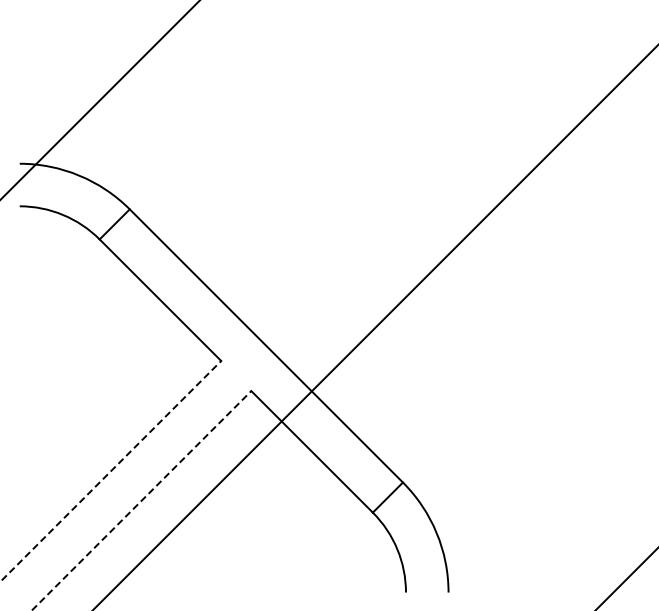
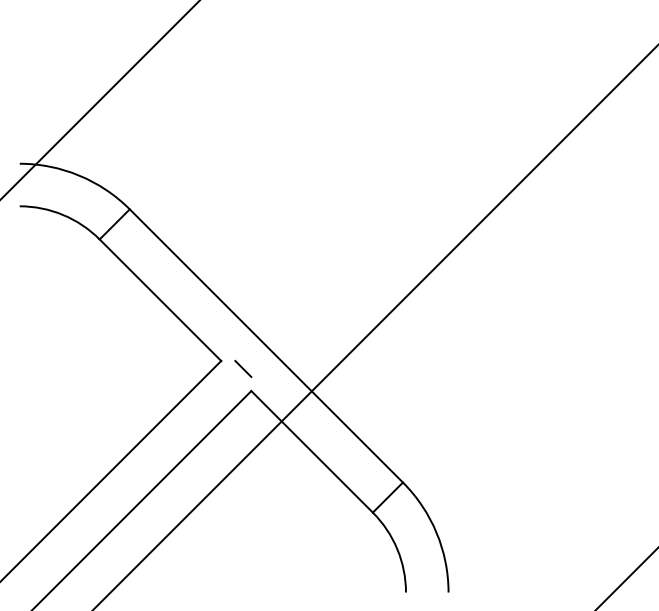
line at (243, 368): none -> present
line at (111, 471): dashed -> solid
line at (141, 500): dashed -> solid
